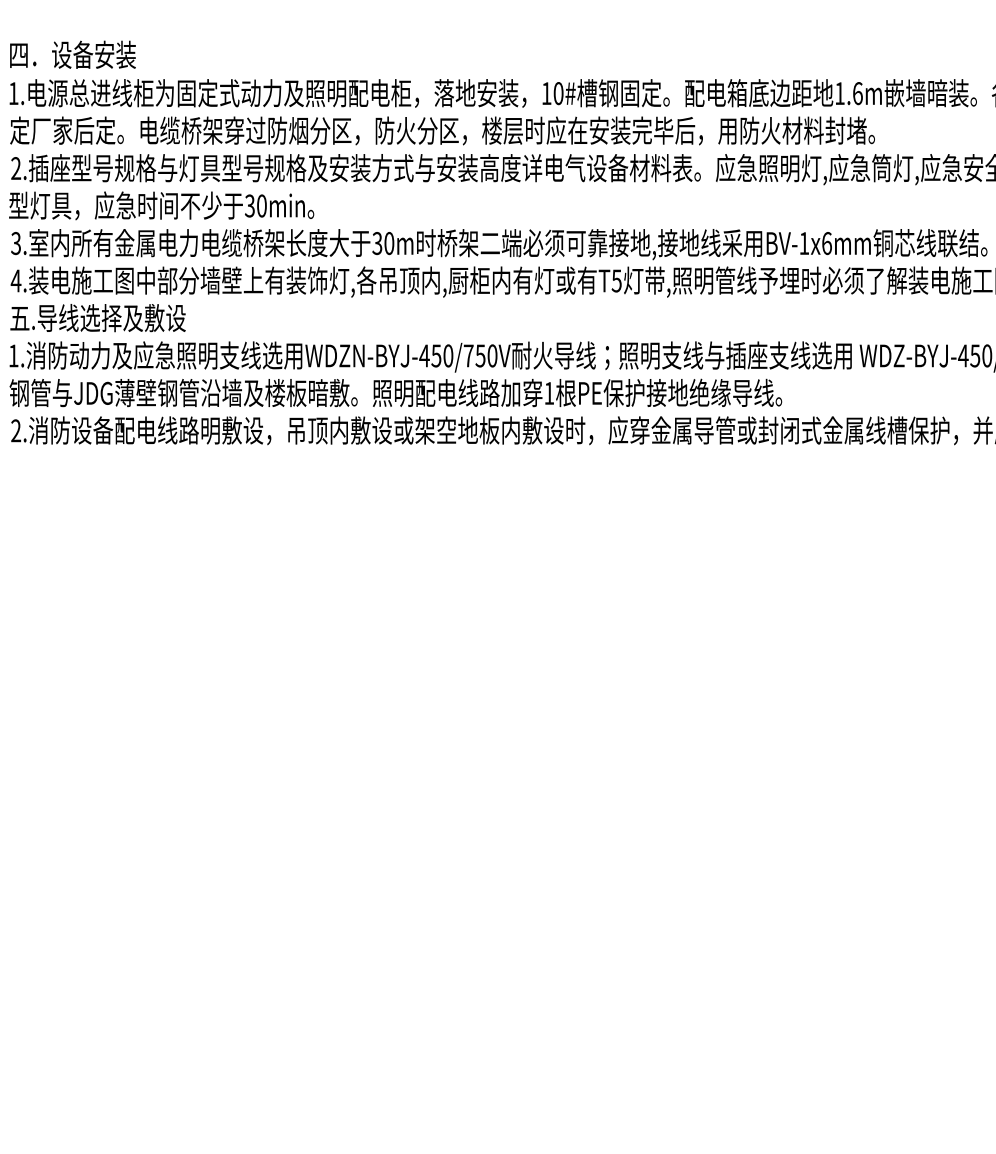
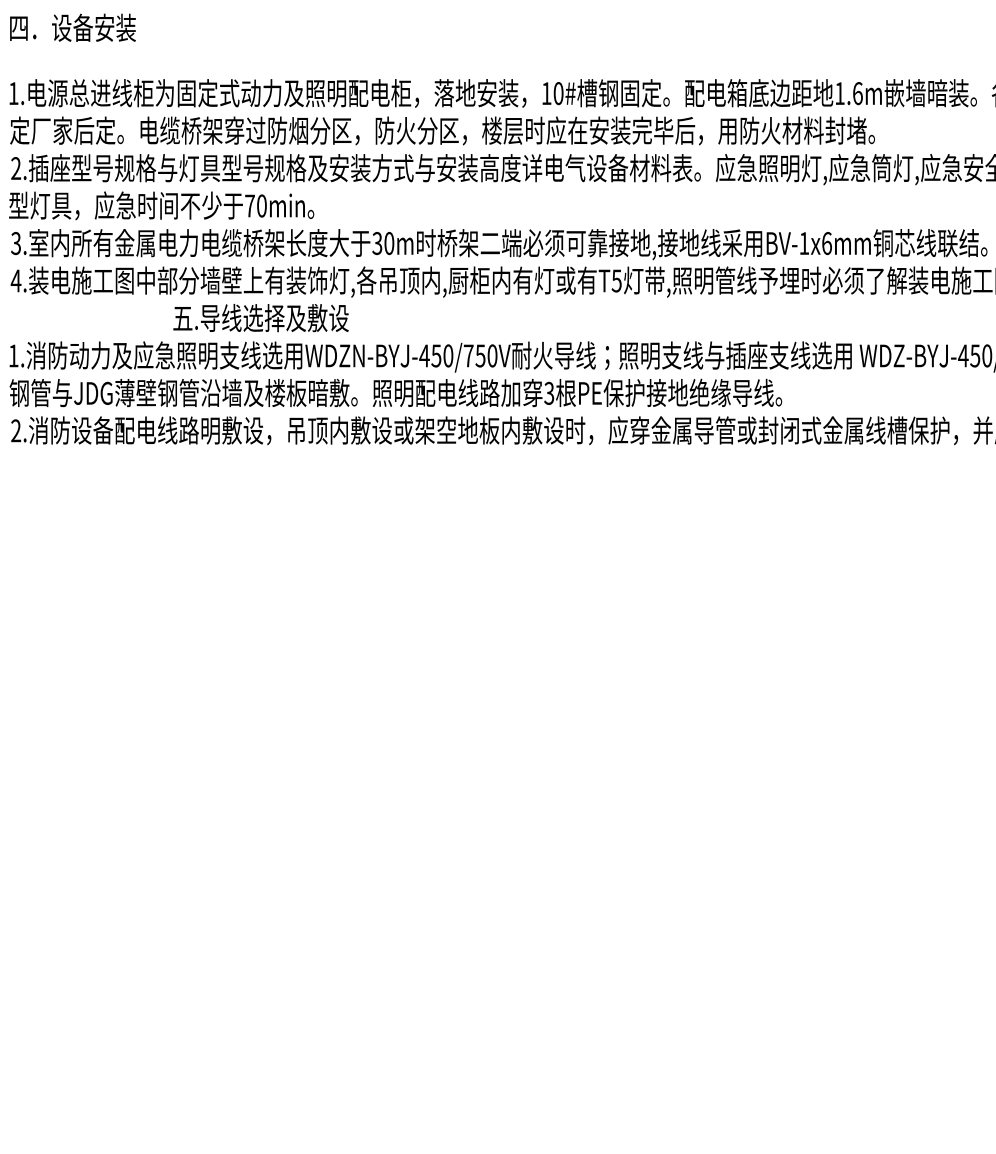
text at (72, 54) position: (72, 54) -> (72, 27)
text at (249, 205): 30min -> 70min
text at (97, 318) position: (97, 318) -> (260, 318)
text at (549, 392): 1 -> 3
